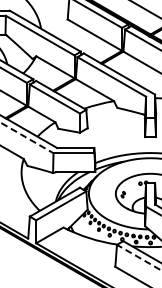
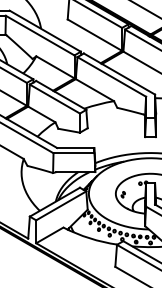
line at (26, 137): dashed -> solid
line at (139, 257): dashed -> solid
